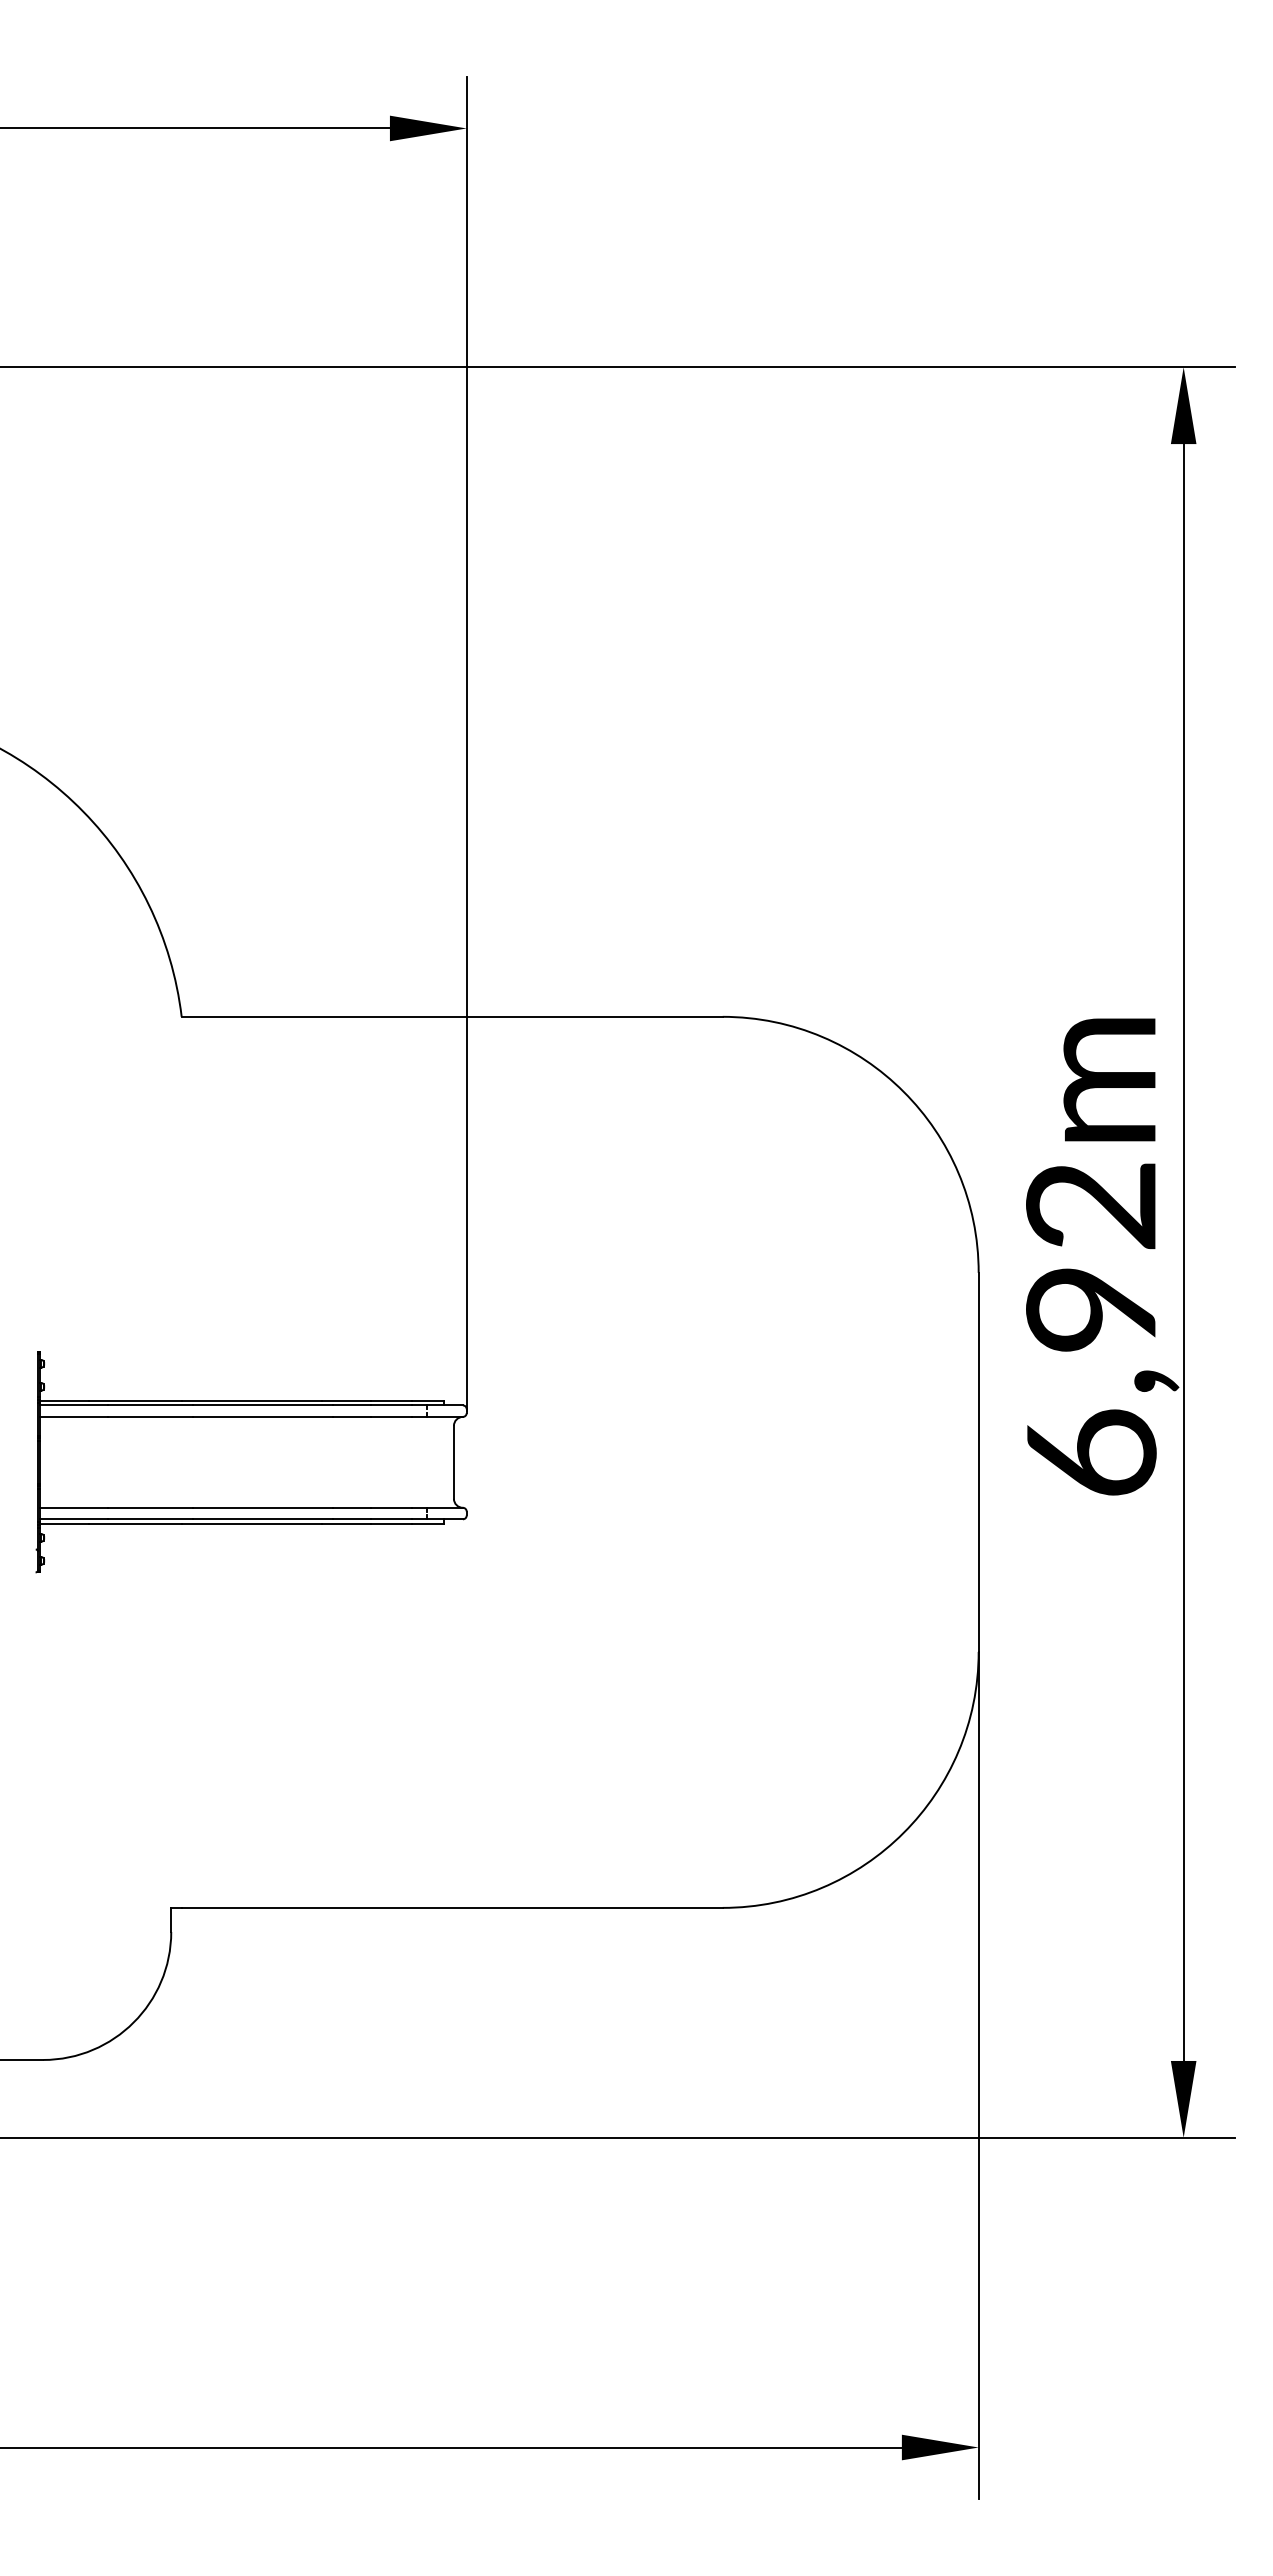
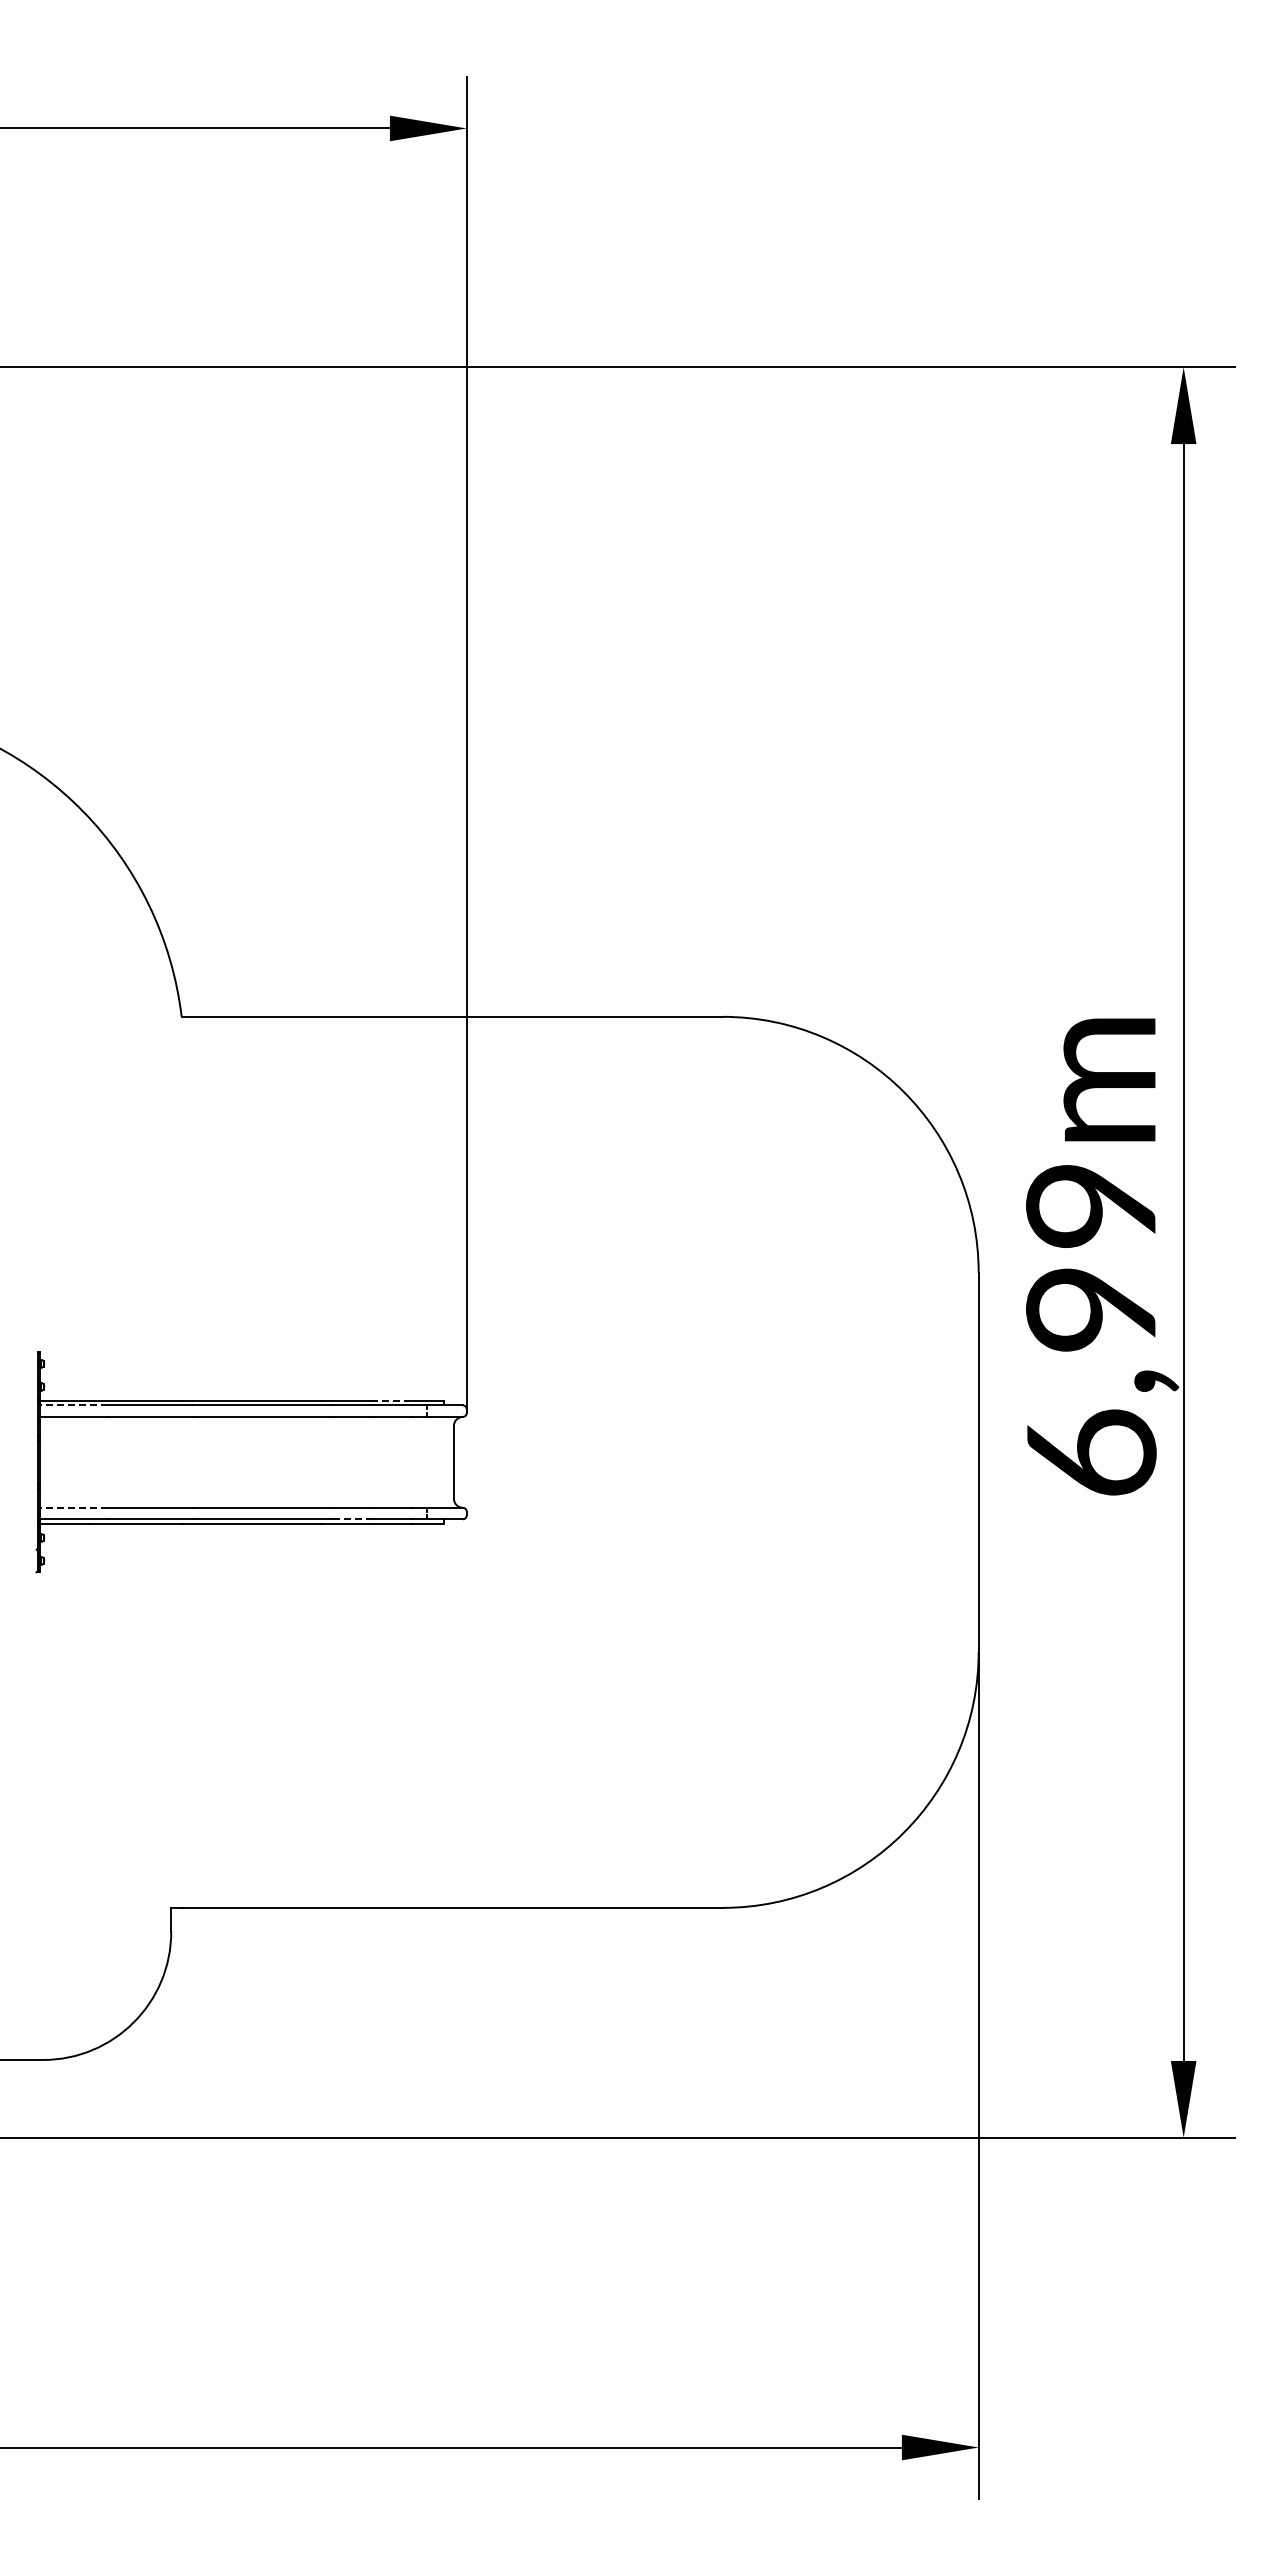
text at (1090, 1206): 6,92m -> 6,99m
line at (391, 1400): solid -> dashed
line at (73, 1405): solid -> dashed
line at (73, 1507): solid -> dashed
line at (352, 1519): solid -> dashed
